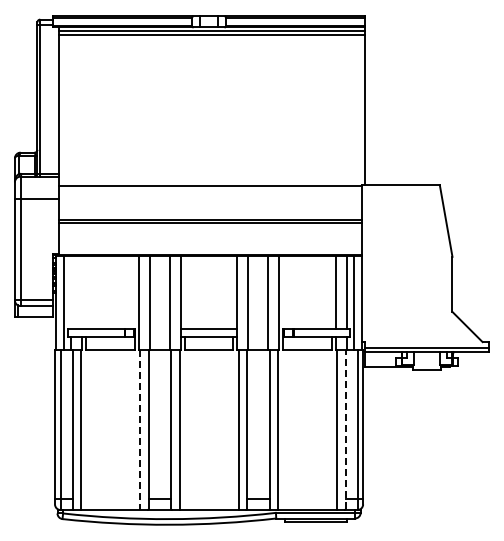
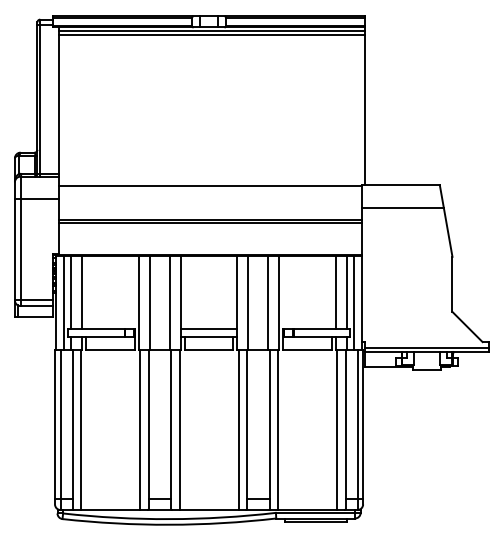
line at (402, 207): none -> present
line at (71, 291): none -> present
line at (82, 291): none -> present
line at (345, 429): dashed -> solid
line at (140, 430): dashed -> solid
